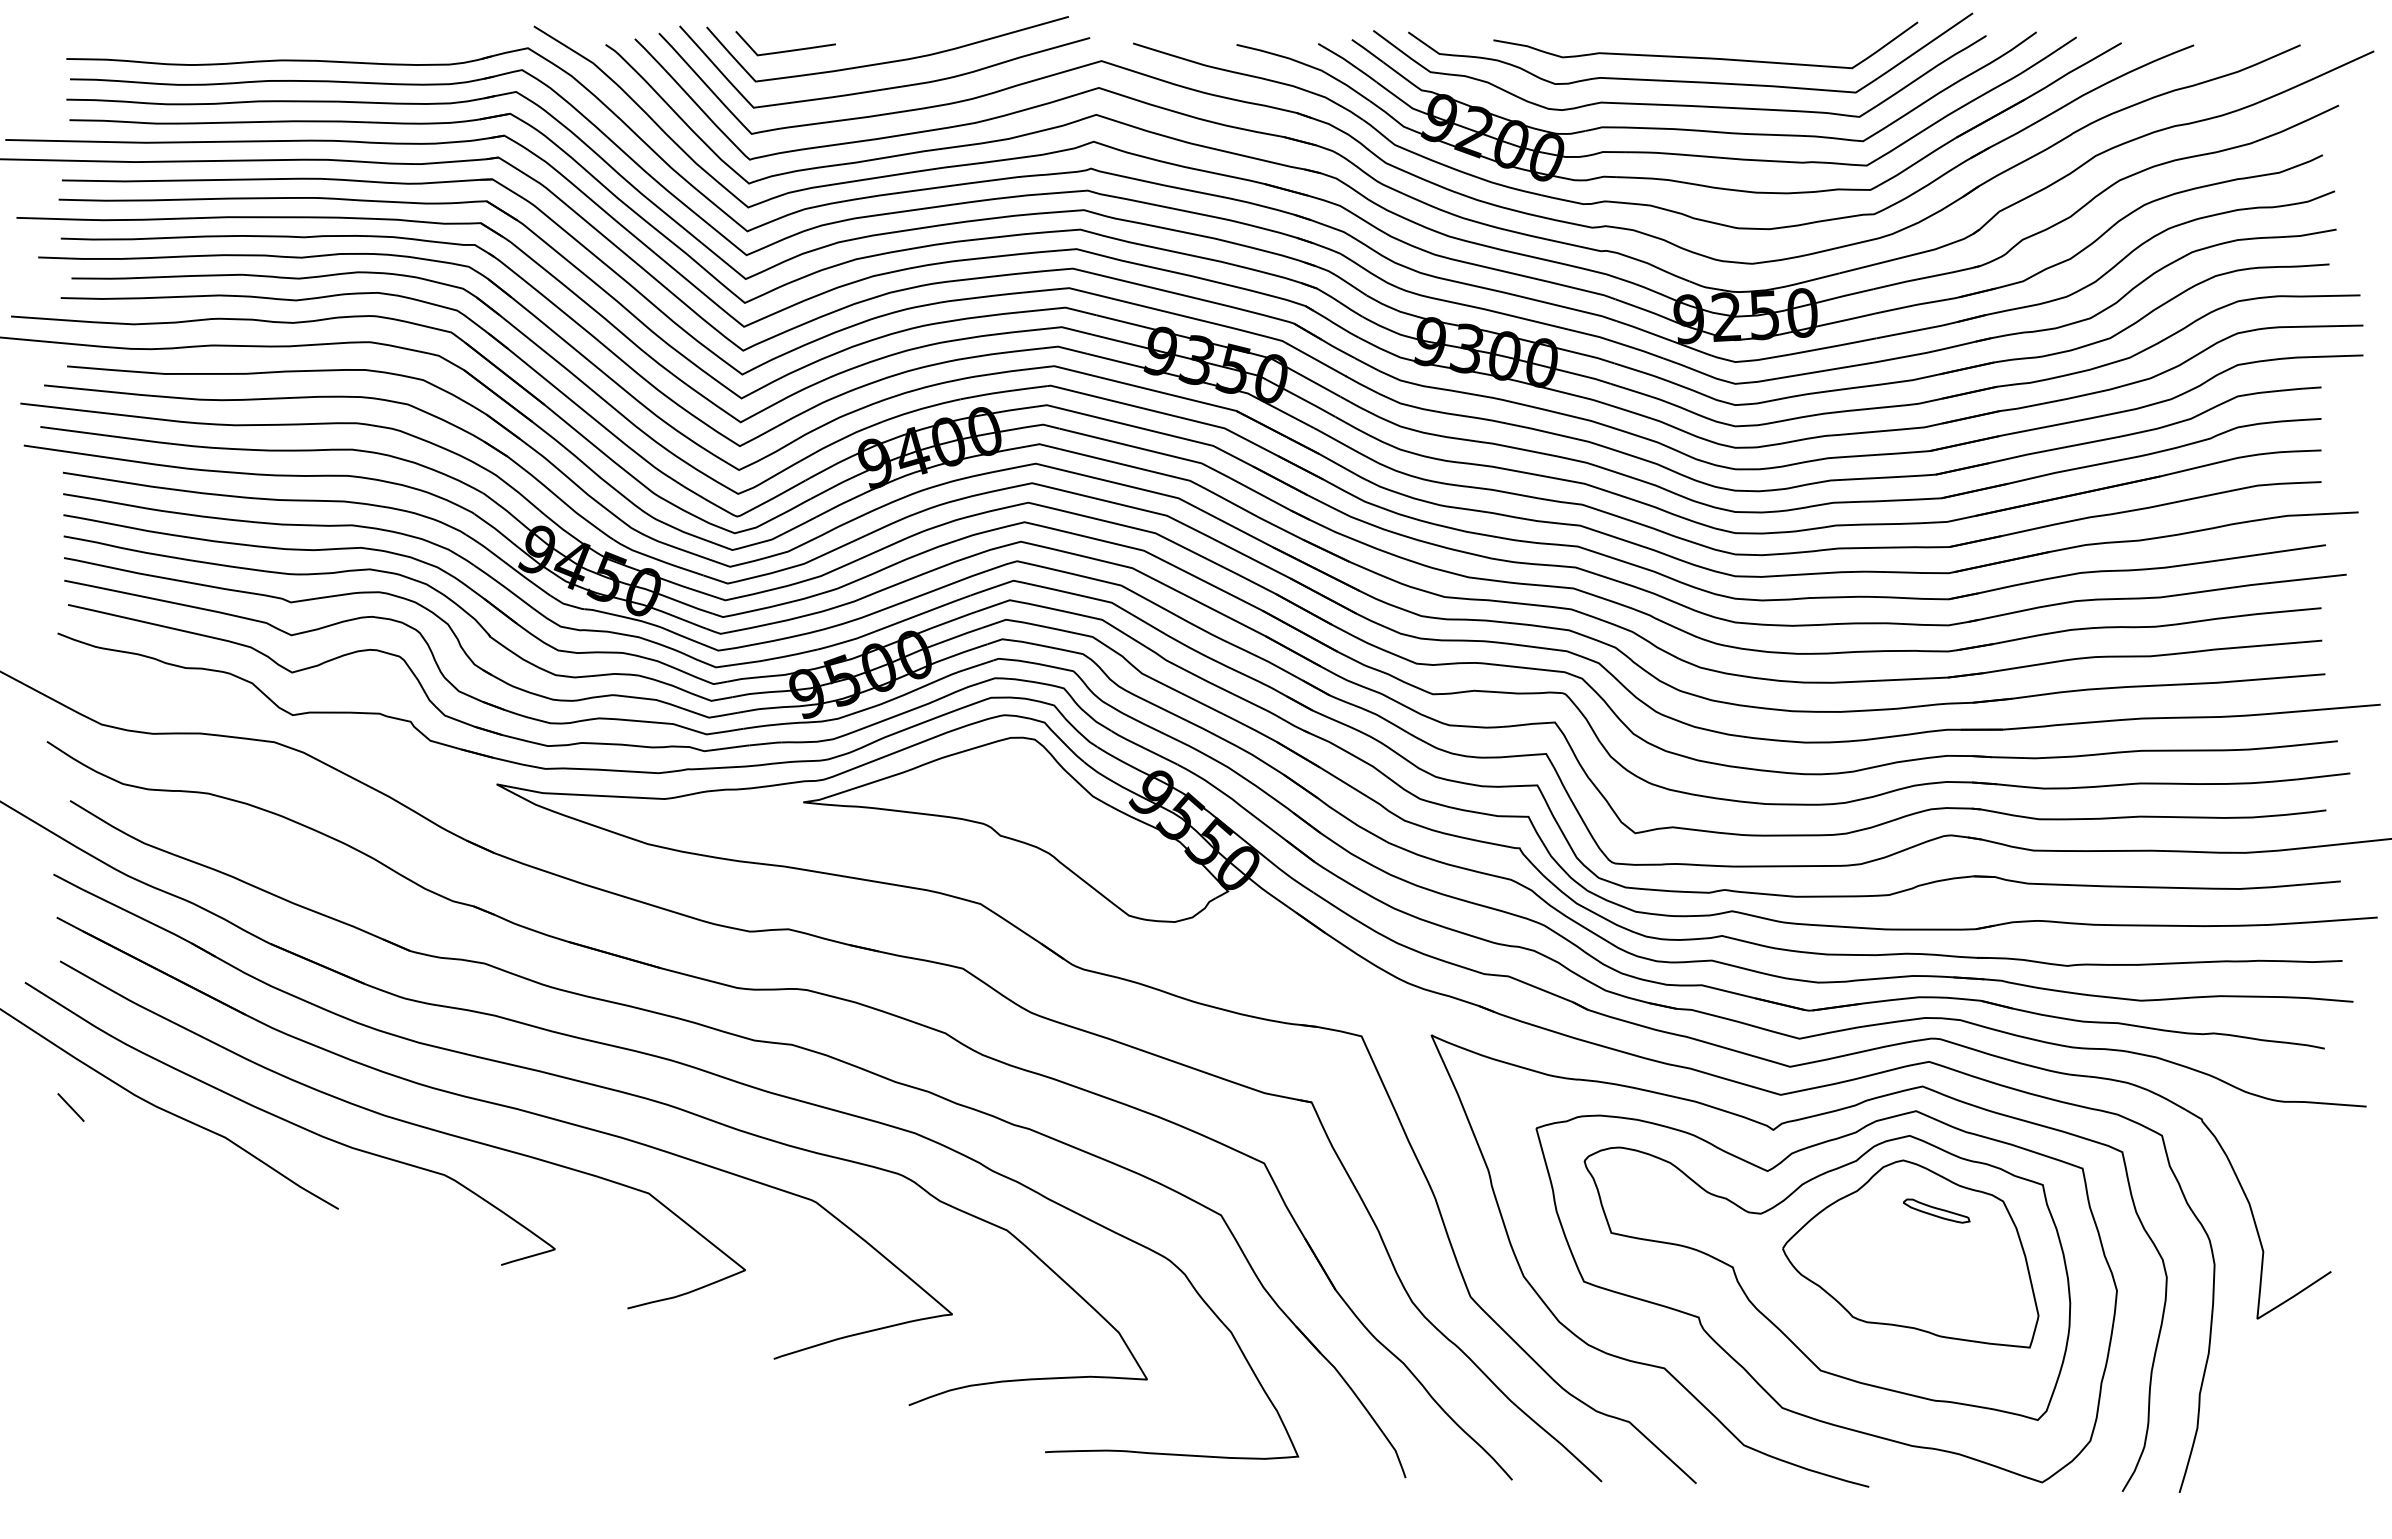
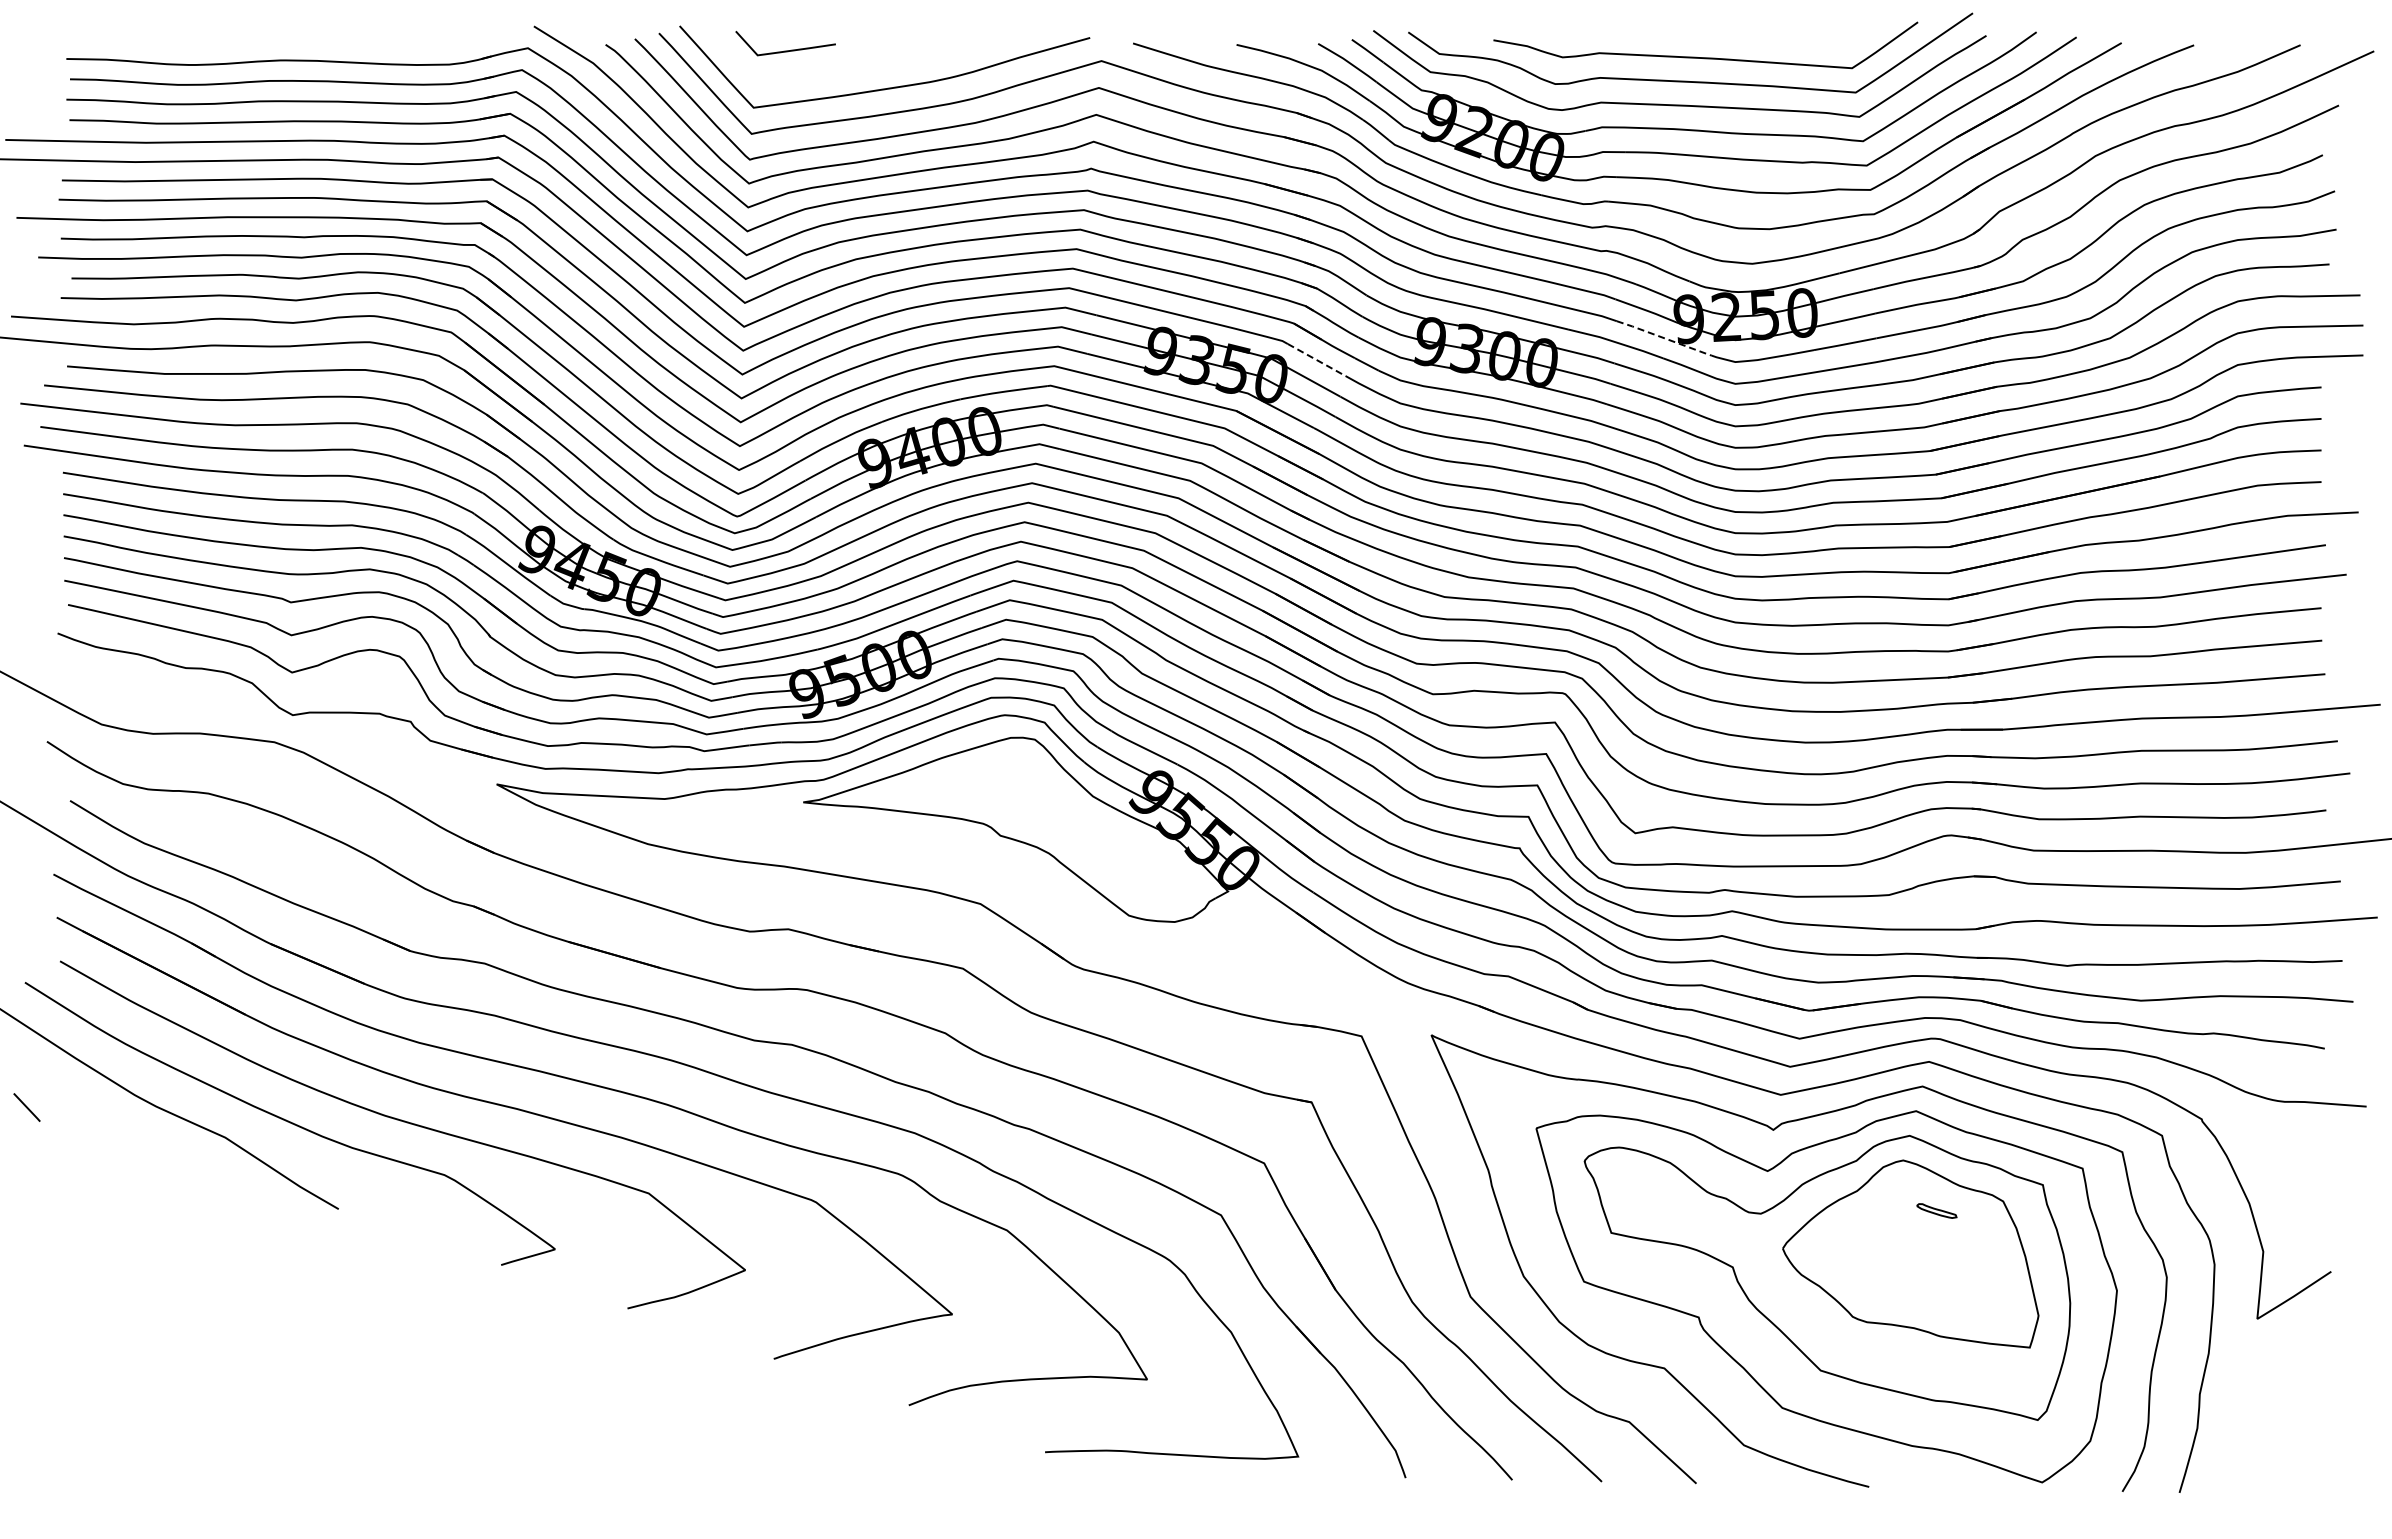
curve at (887, 61): present -> none
line at (1664, 338): solid -> dashed
line at (1317, 360): solid -> dashed
line at (70, 1107) position: (70, 1107) -> (26, 1107)
part at (1936, 1210) size: 68x26 px -> 42x16 px
